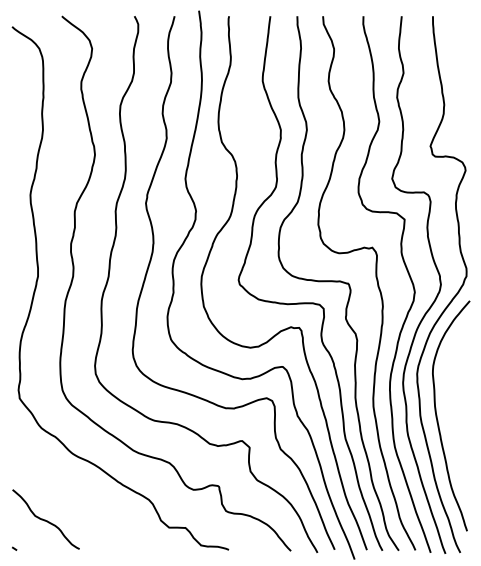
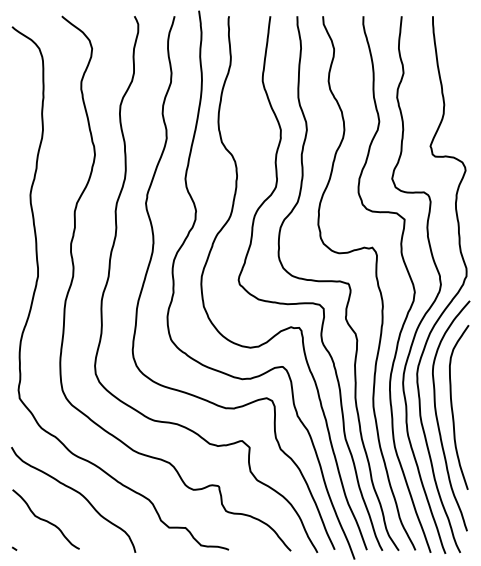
curve at (453, 410): none -> present
curve at (76, 492): none -> present
